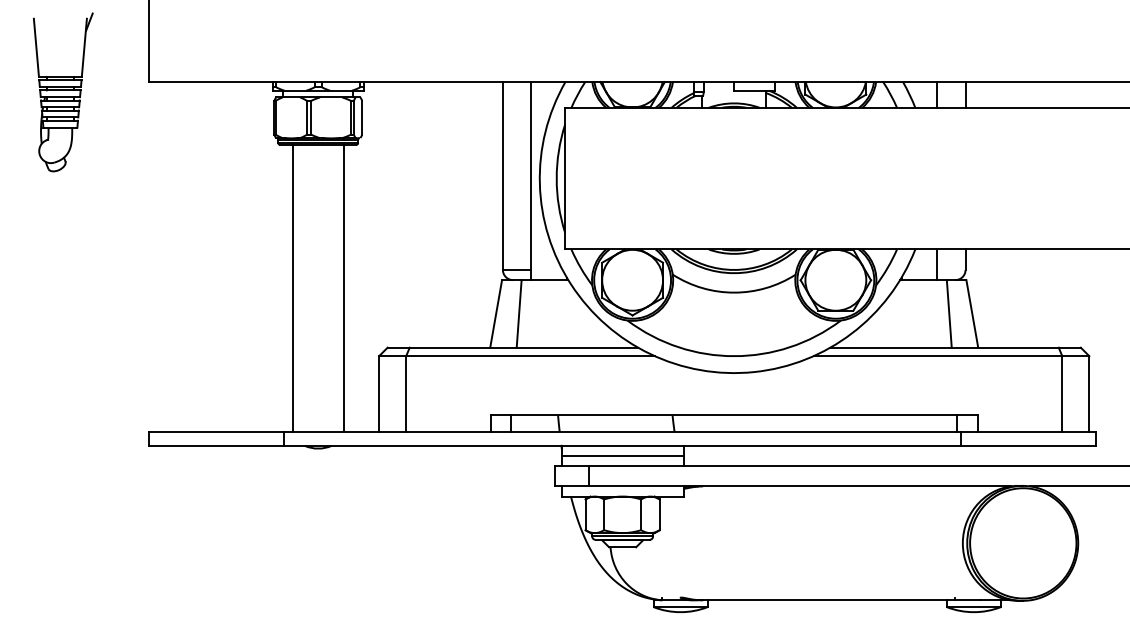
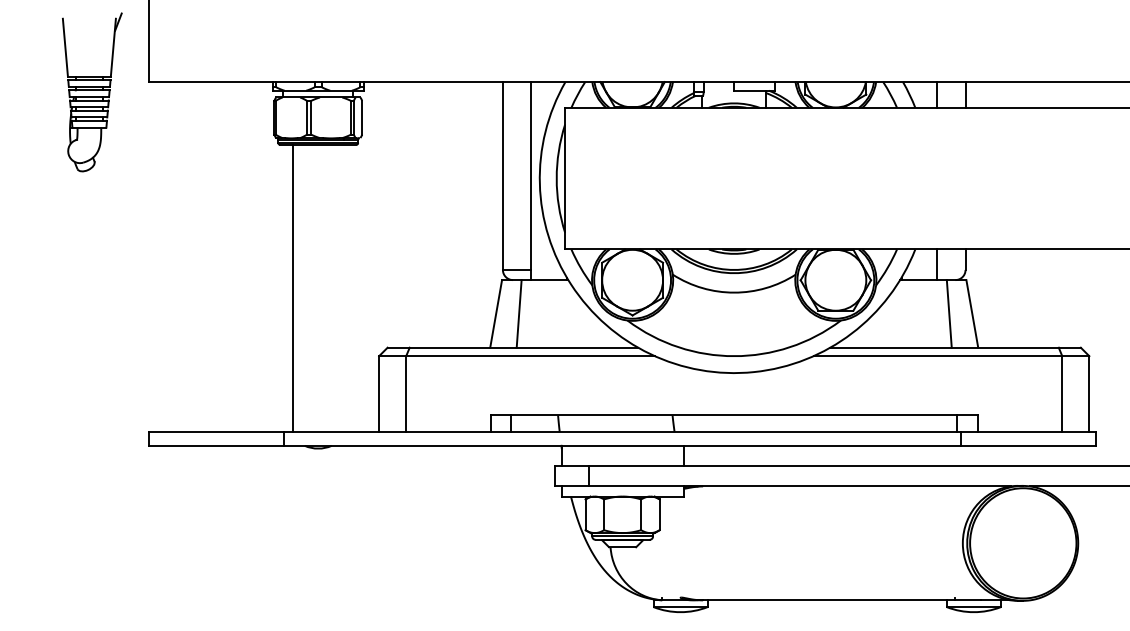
part at (63, 92) position: (63, 92) -> (92, 92)
line at (343, 288): present -> none
line at (622, 455): present -> none
